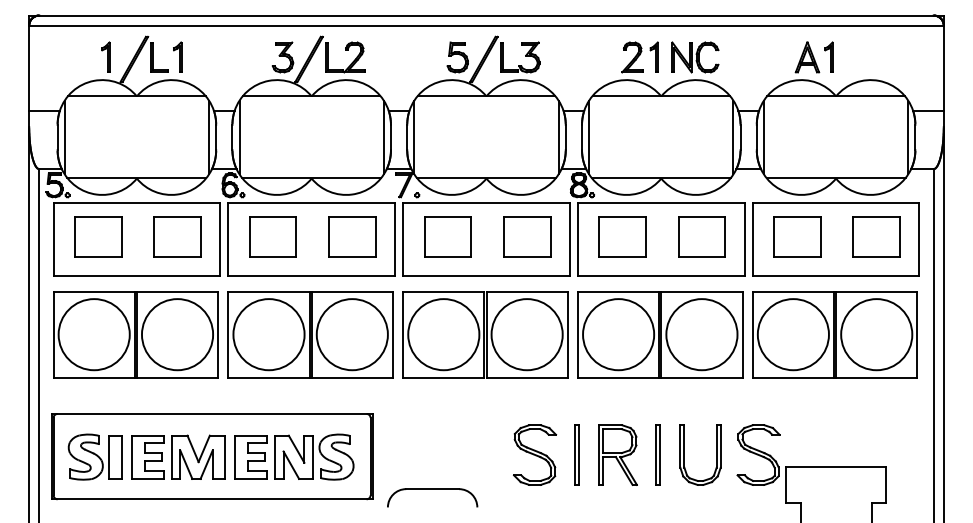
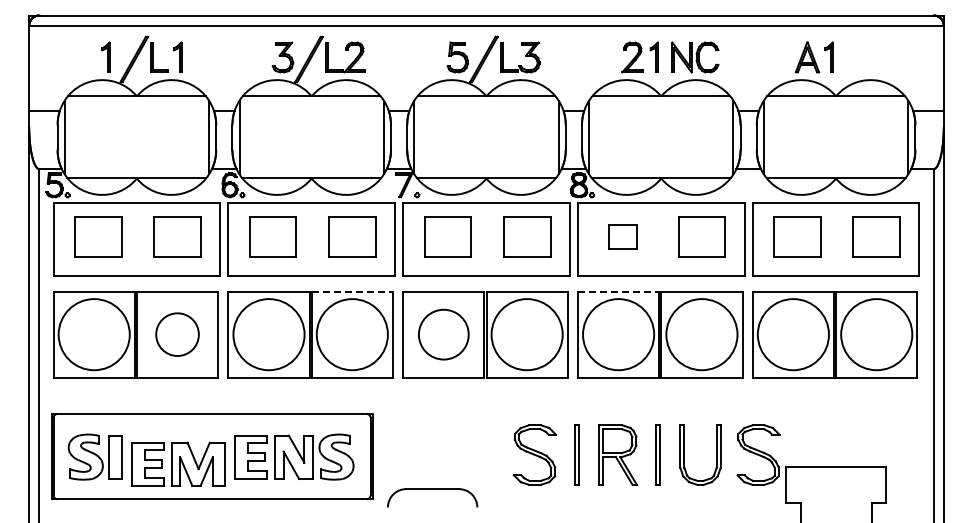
part at (622, 236) size: 49x42 px -> 30x26 px
line at (352, 291): solid -> dashed
line at (618, 291): solid -> dashed
circle at (177, 334) diameter: 71 px -> 43 px
circle at (443, 334) diameter: 71 px -> 50 px
part at (178, 456) position: (178, 456) -> (178, 463)
